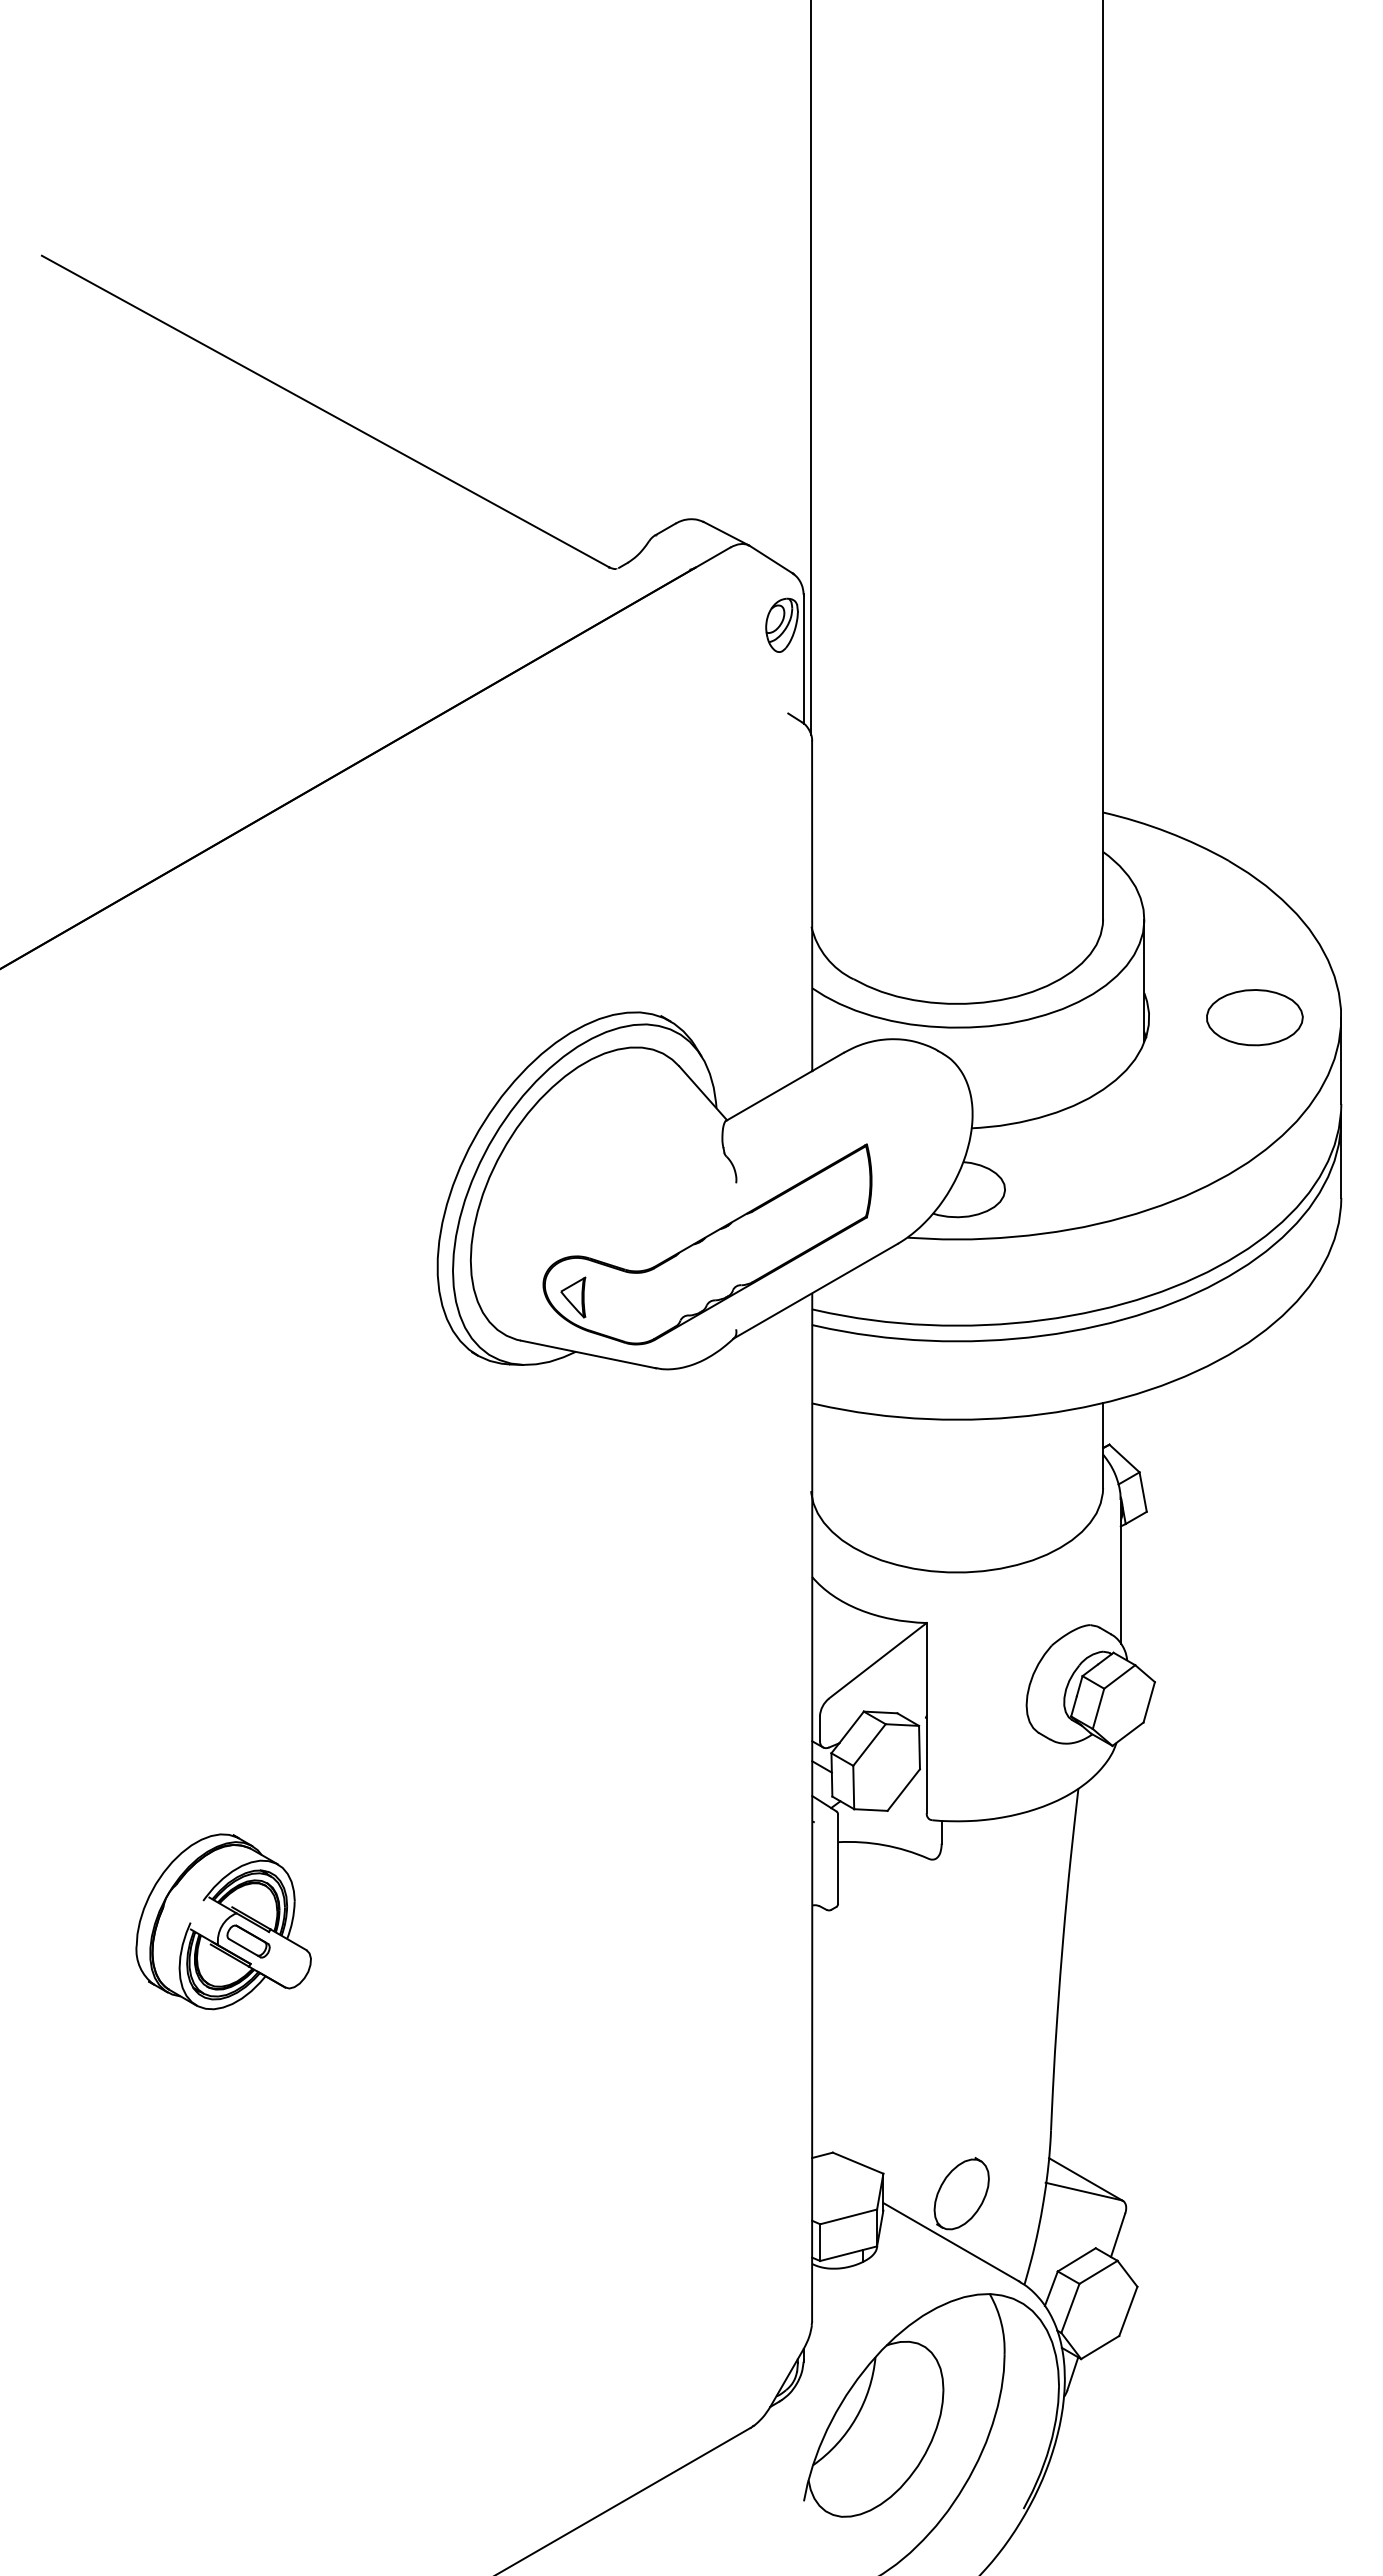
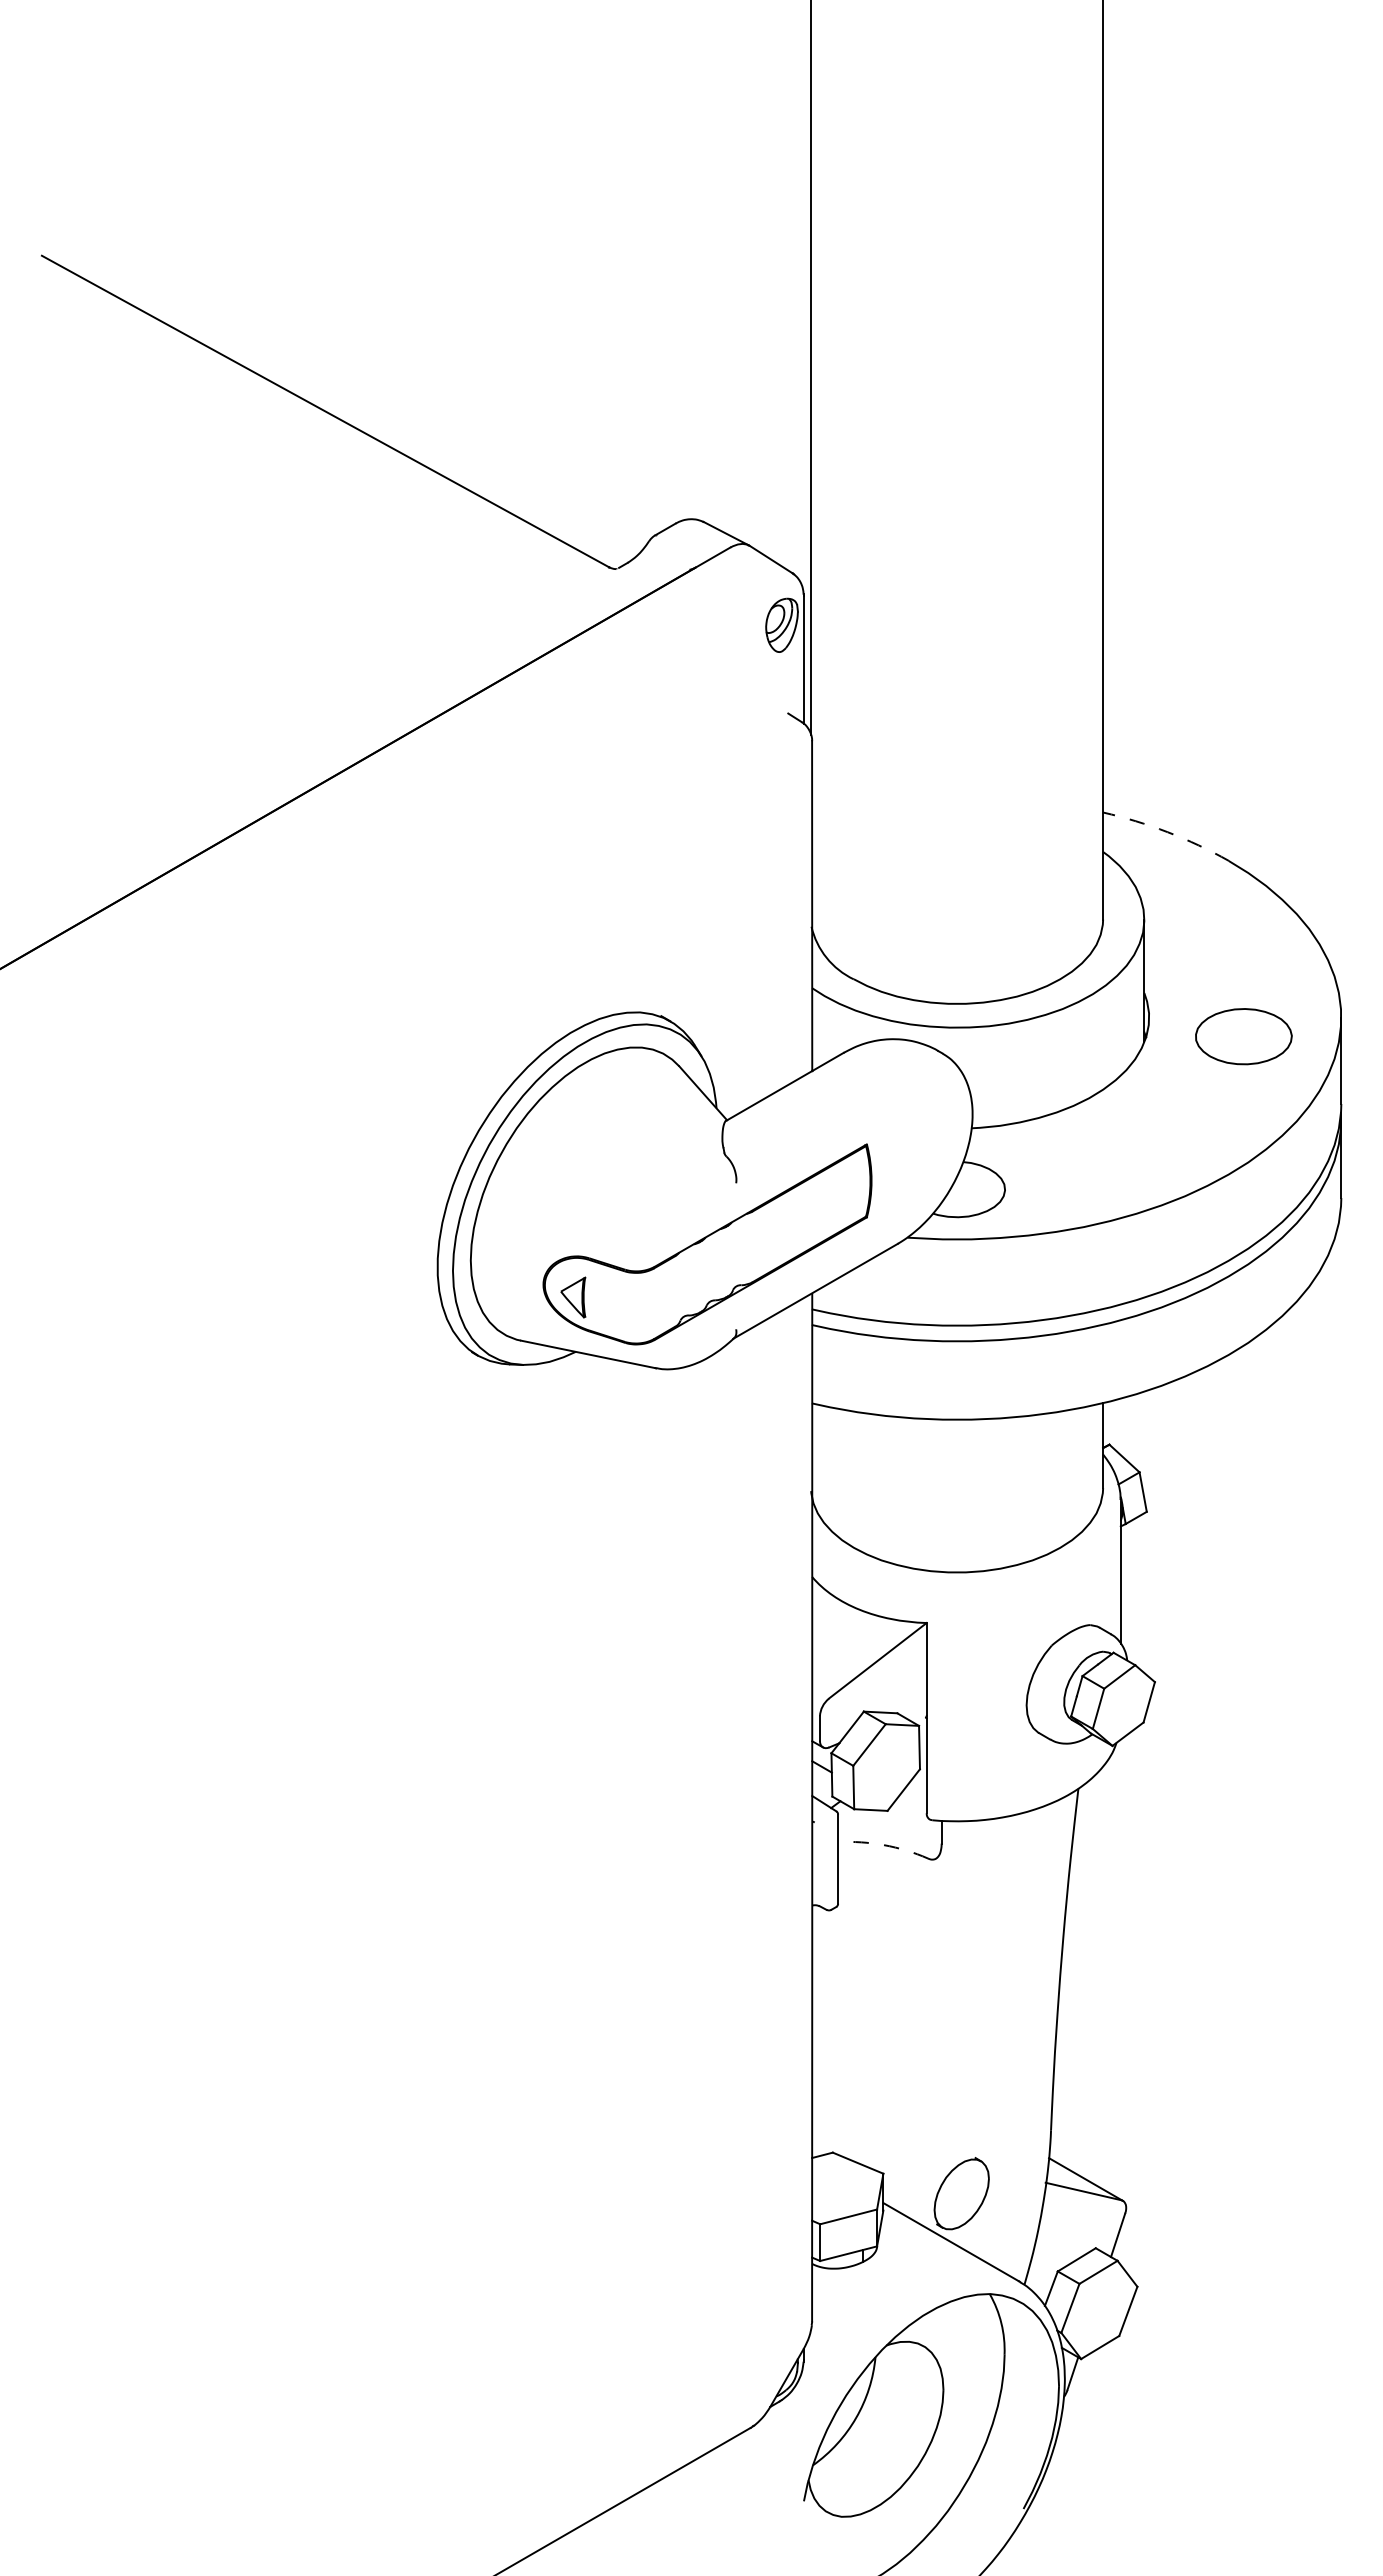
arc at (1167, 832): solid -> dashed
part at (1254, 1017) position: (1254, 1017) -> (1243, 1036)
arc at (884, 1845): solid -> dashed
part at (223, 1921): present -> none
